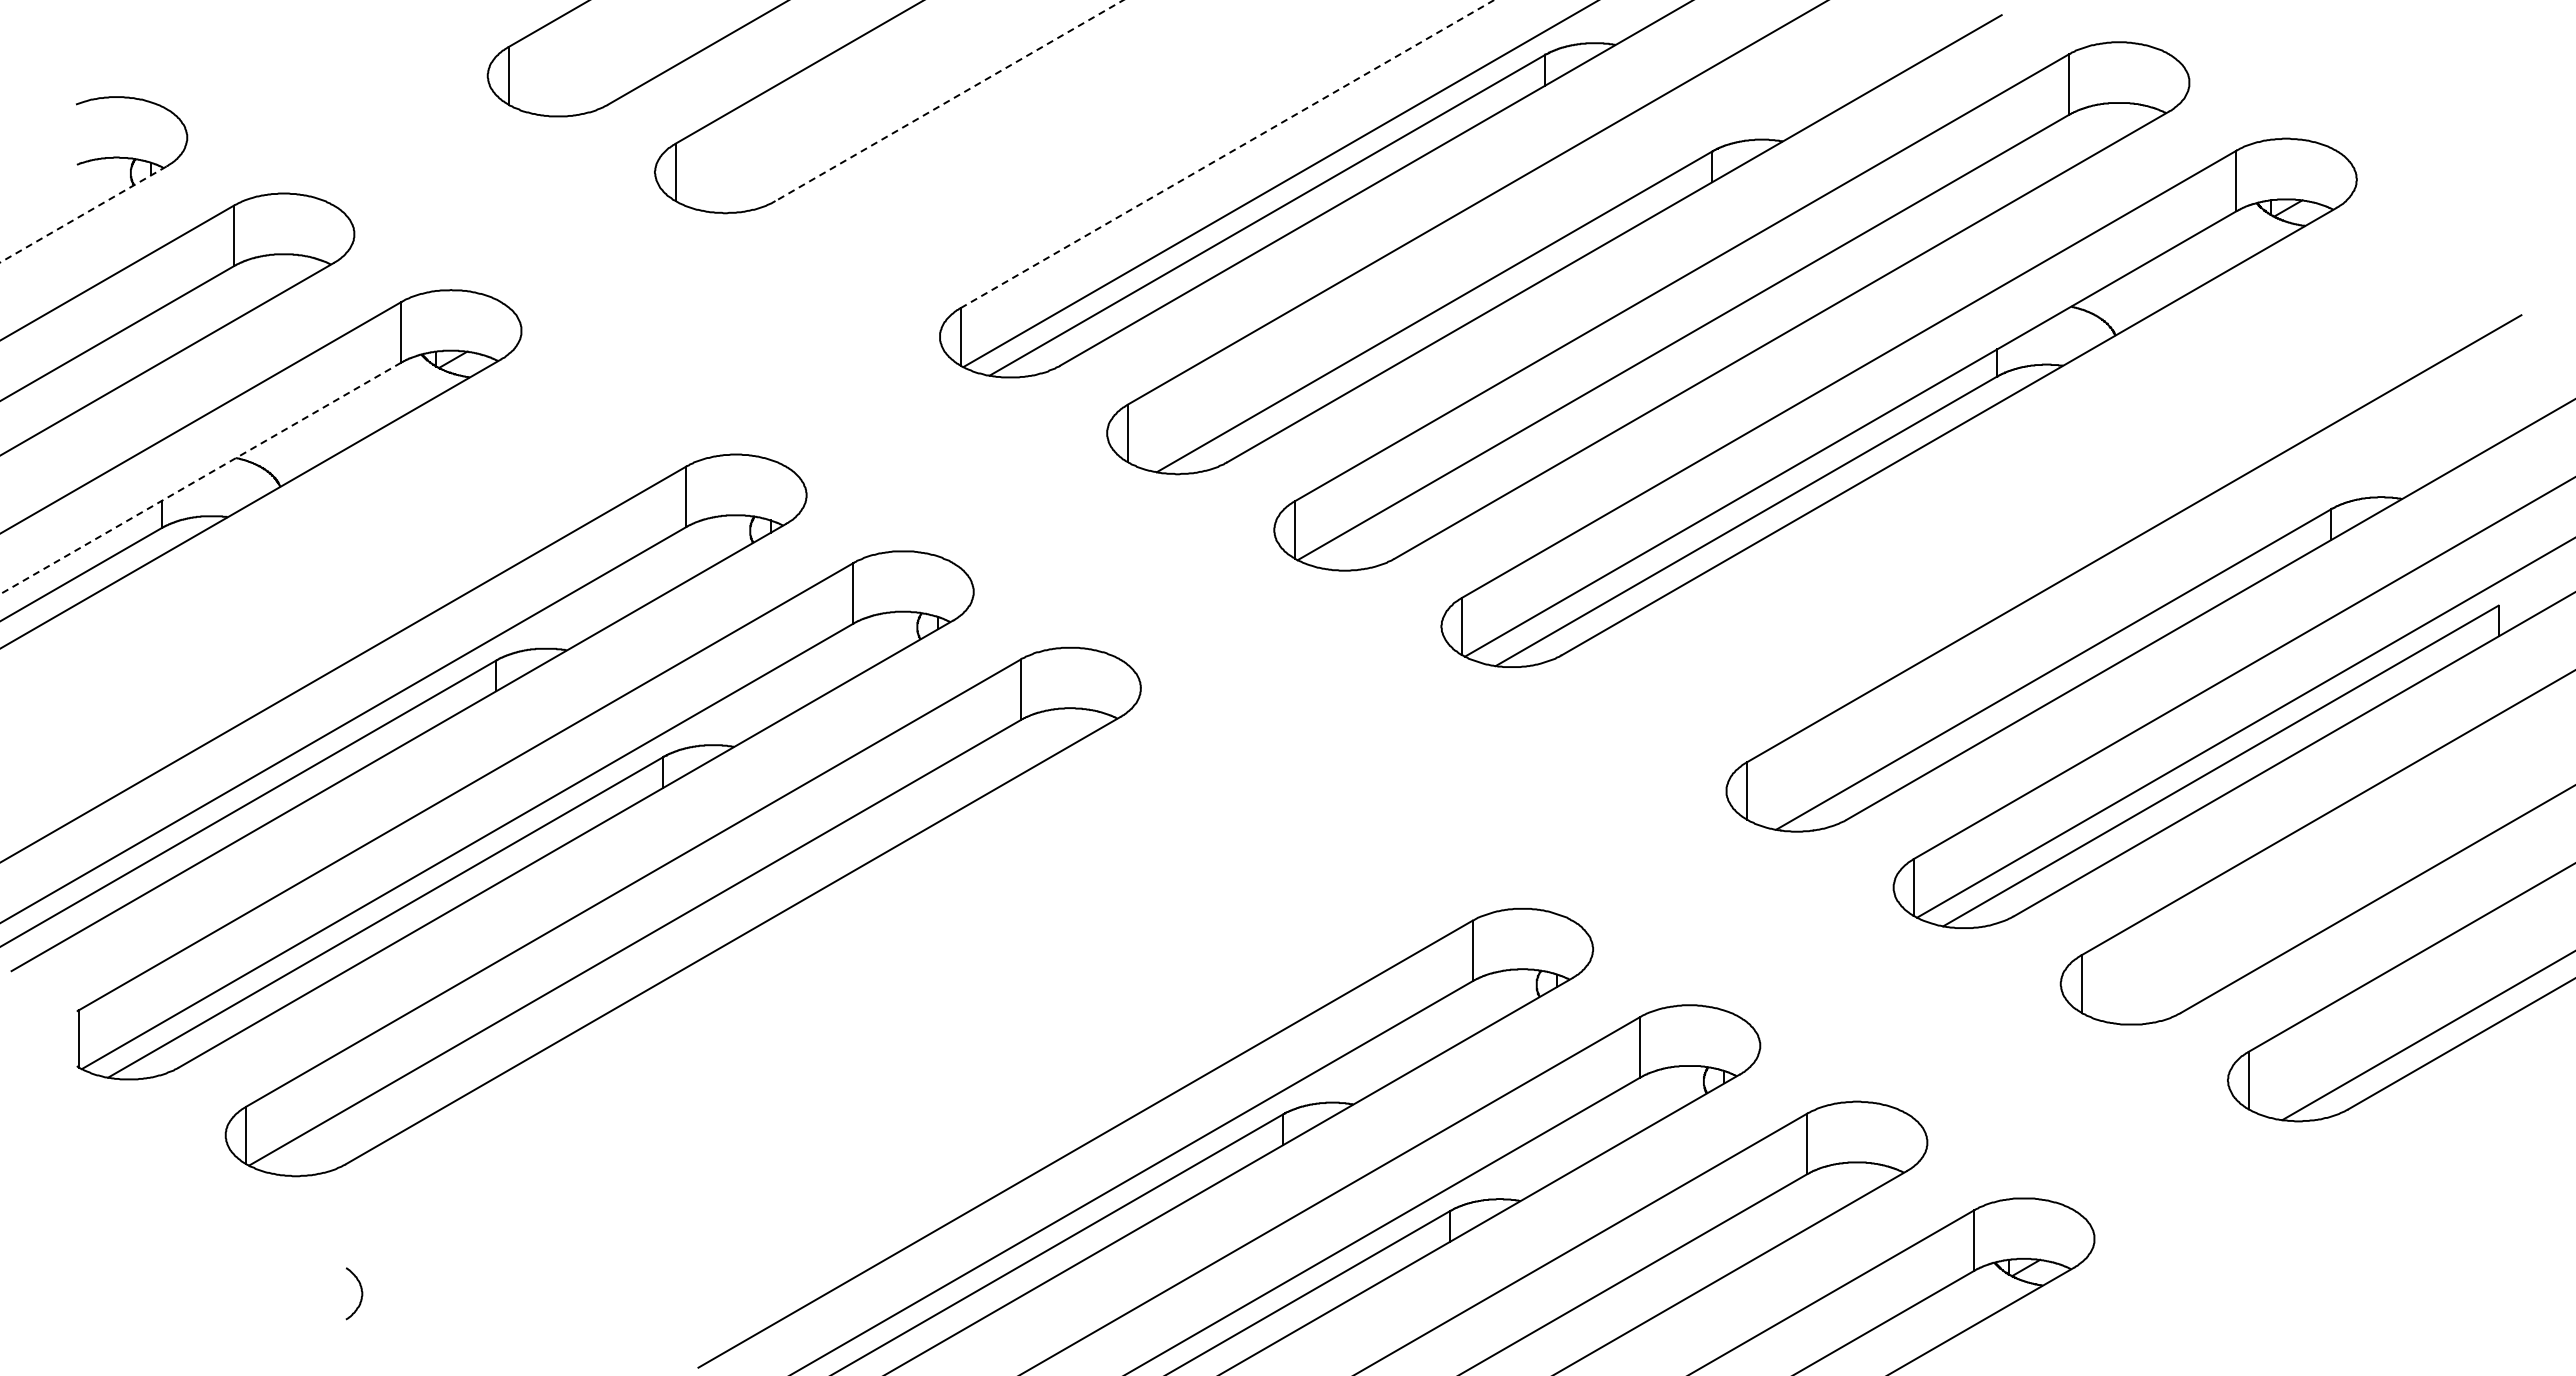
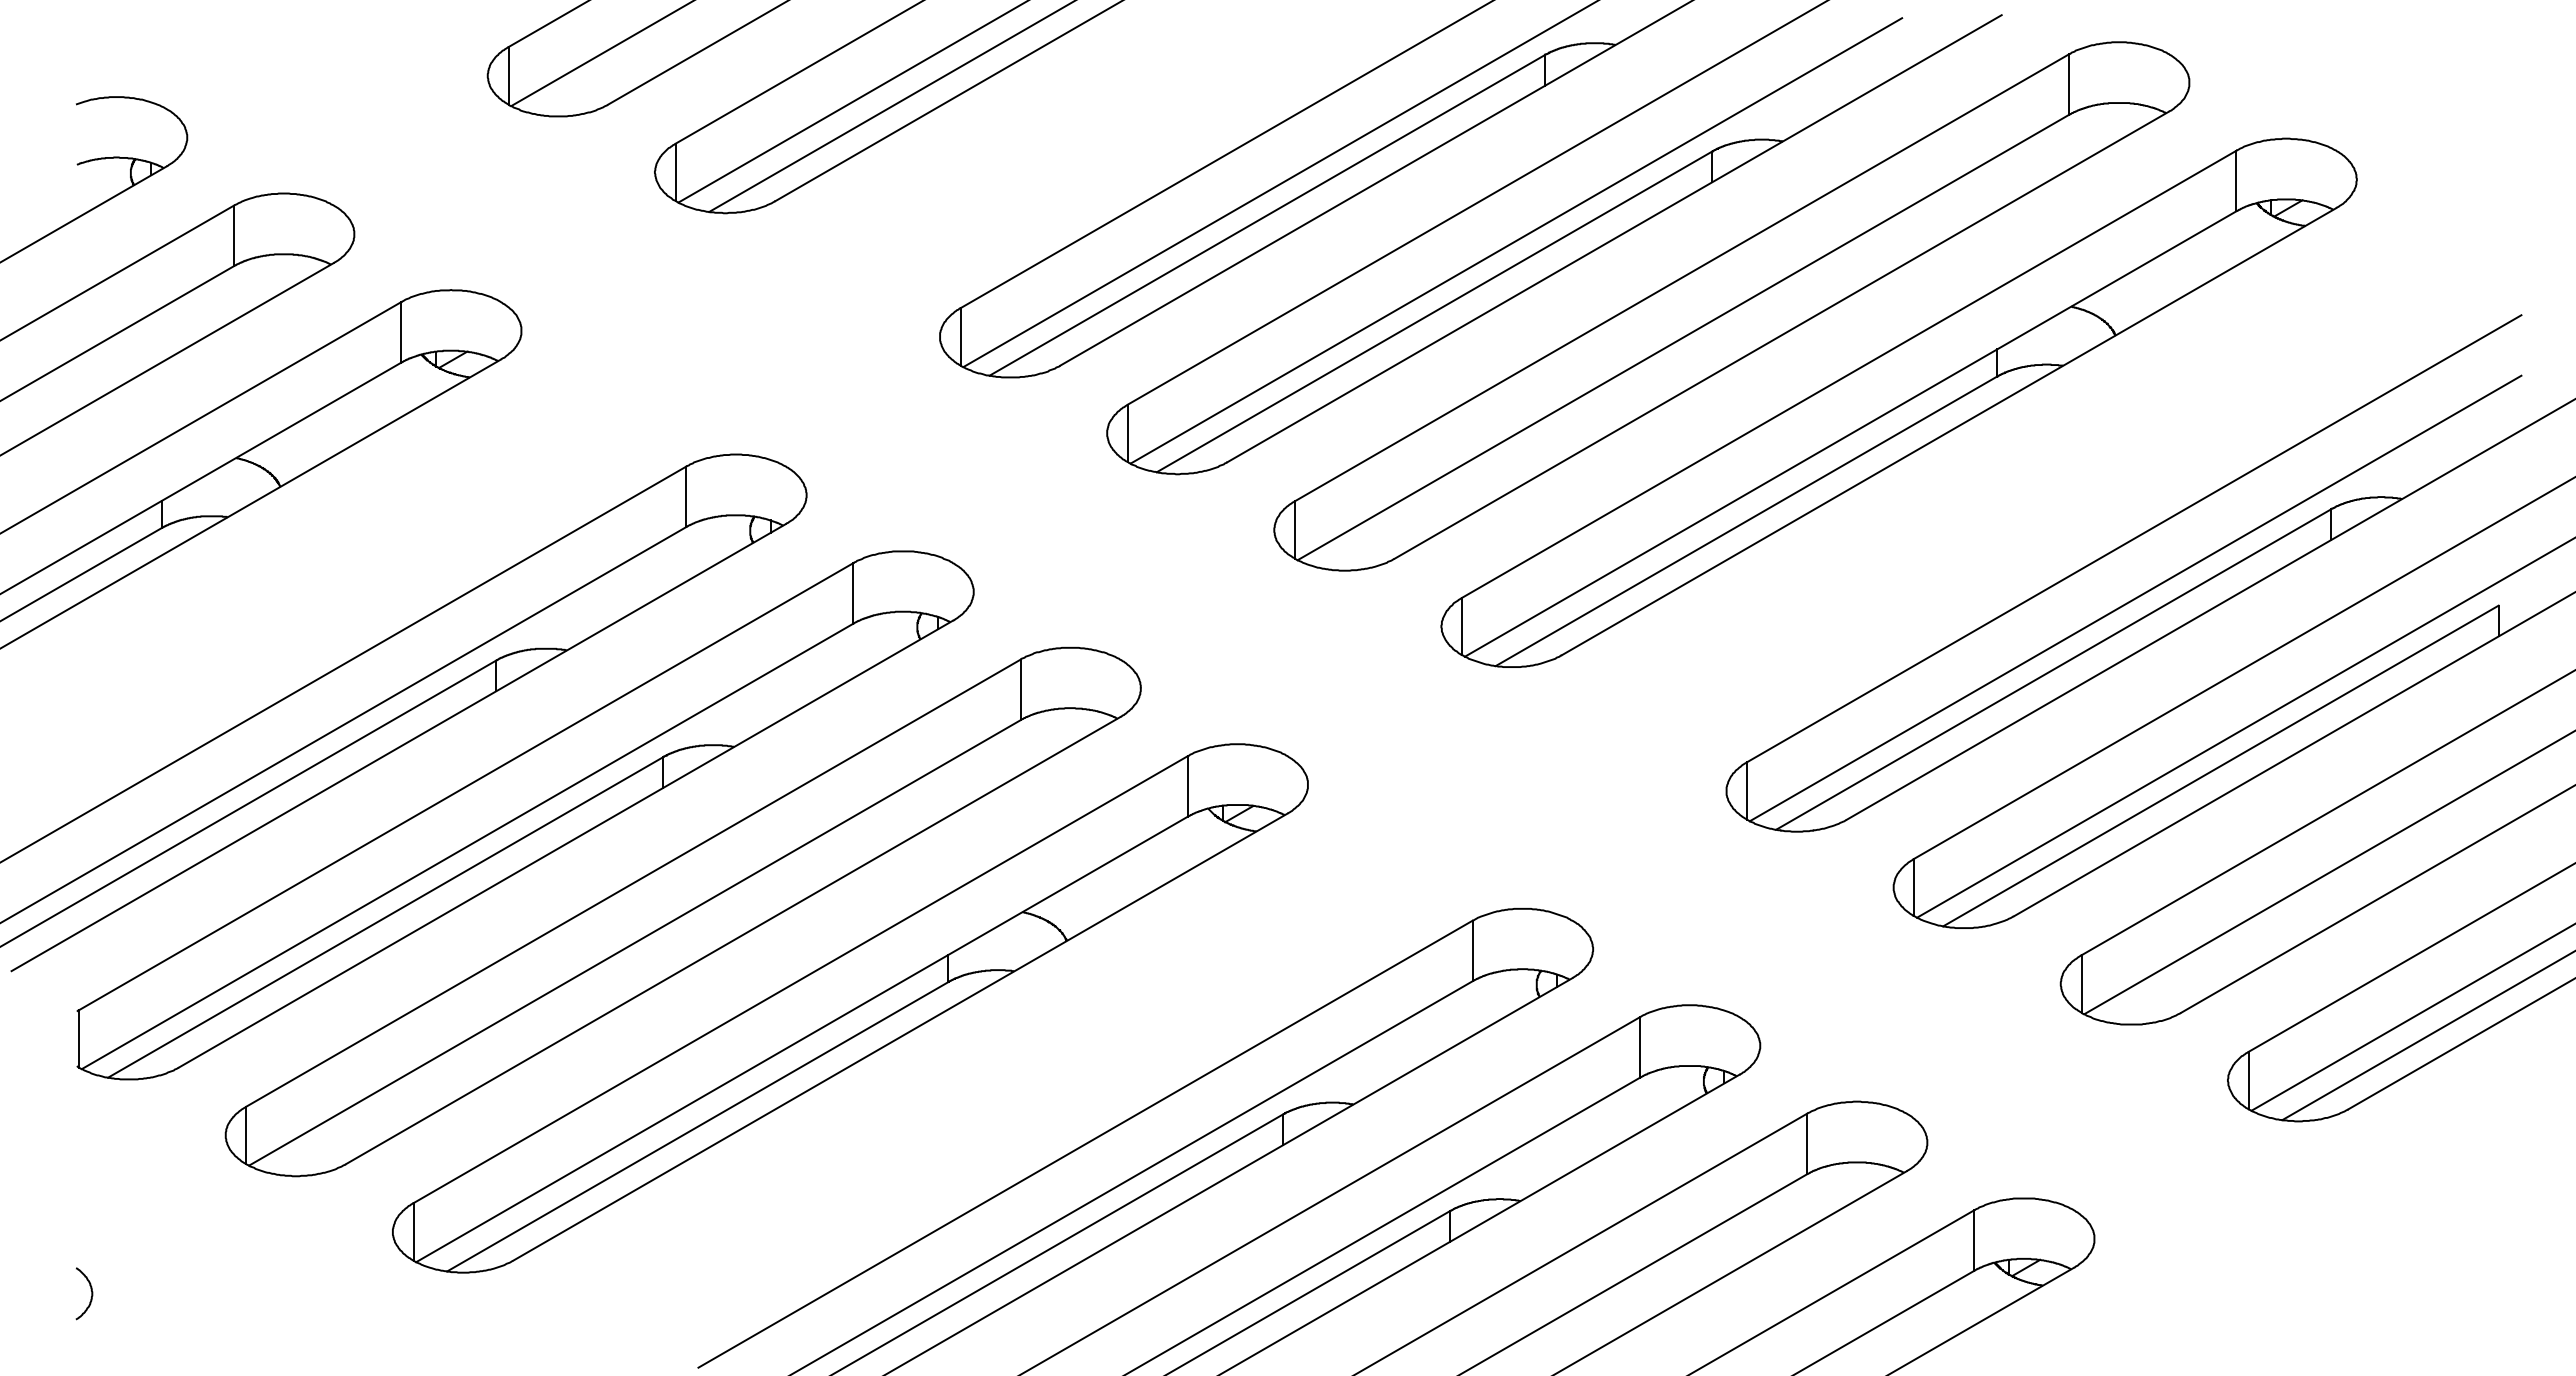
line at (601, 54): none -> present
line at (949, 100): dashed -> solid
line at (851, 102): none -> present
line at (890, 106): none -> present
line at (1227, 154): dashed -> solid
line at (83, 214): dashed -> solid
line at (1516, 240): none -> present
line at (200, 478): dashed -> solid
line at (2135, 598): none -> present
line at (2328, 873): none -> present
part at (850, 1008): none -> present
line at (2411, 1017): none -> present
curve at (360, 1290) position: (360, 1290) -> (90, 1290)
